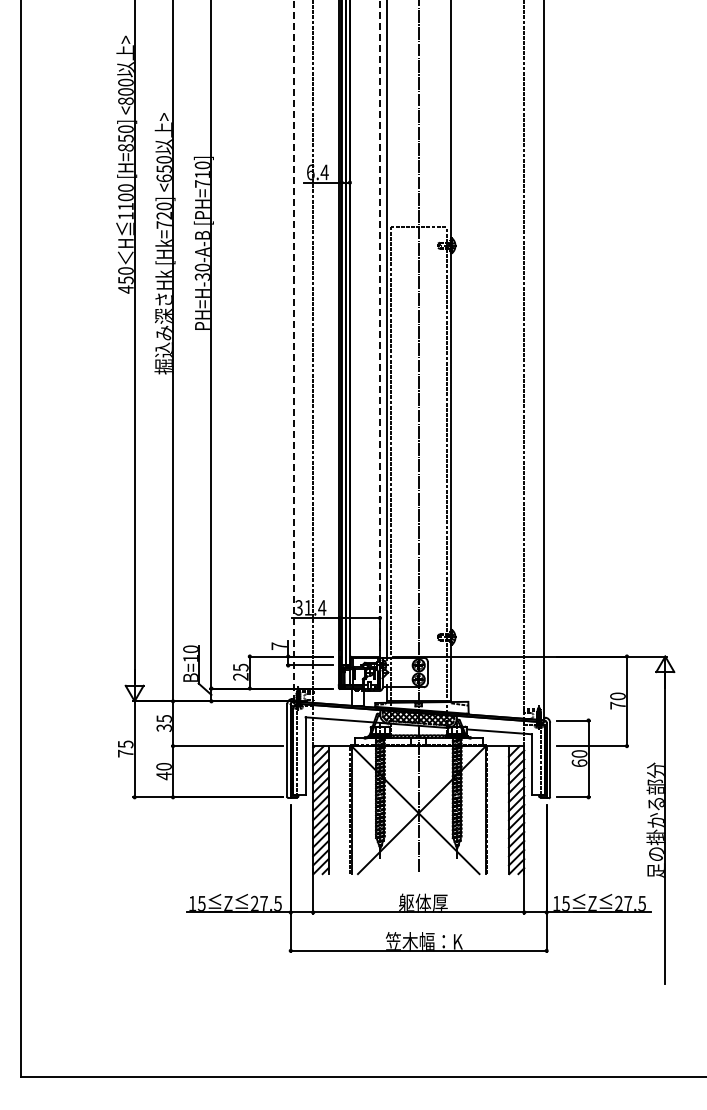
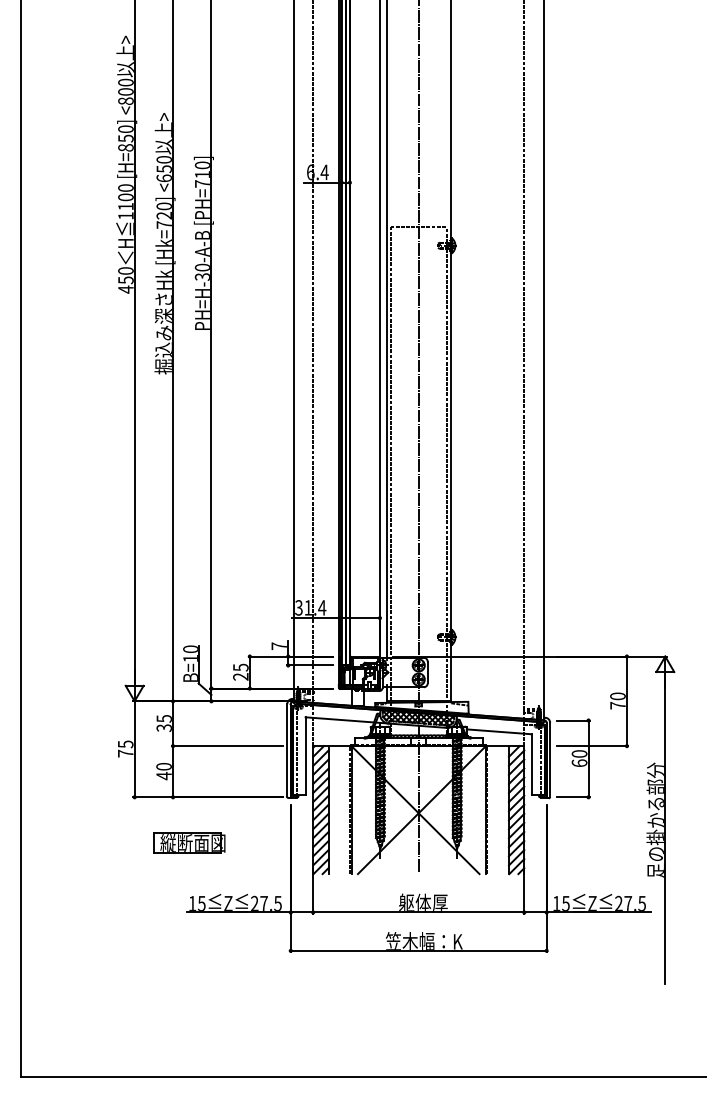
line at (380, 329): dashed -> solid
line at (293, 350): dashed -> solid
part at (189, 842): none -> present
